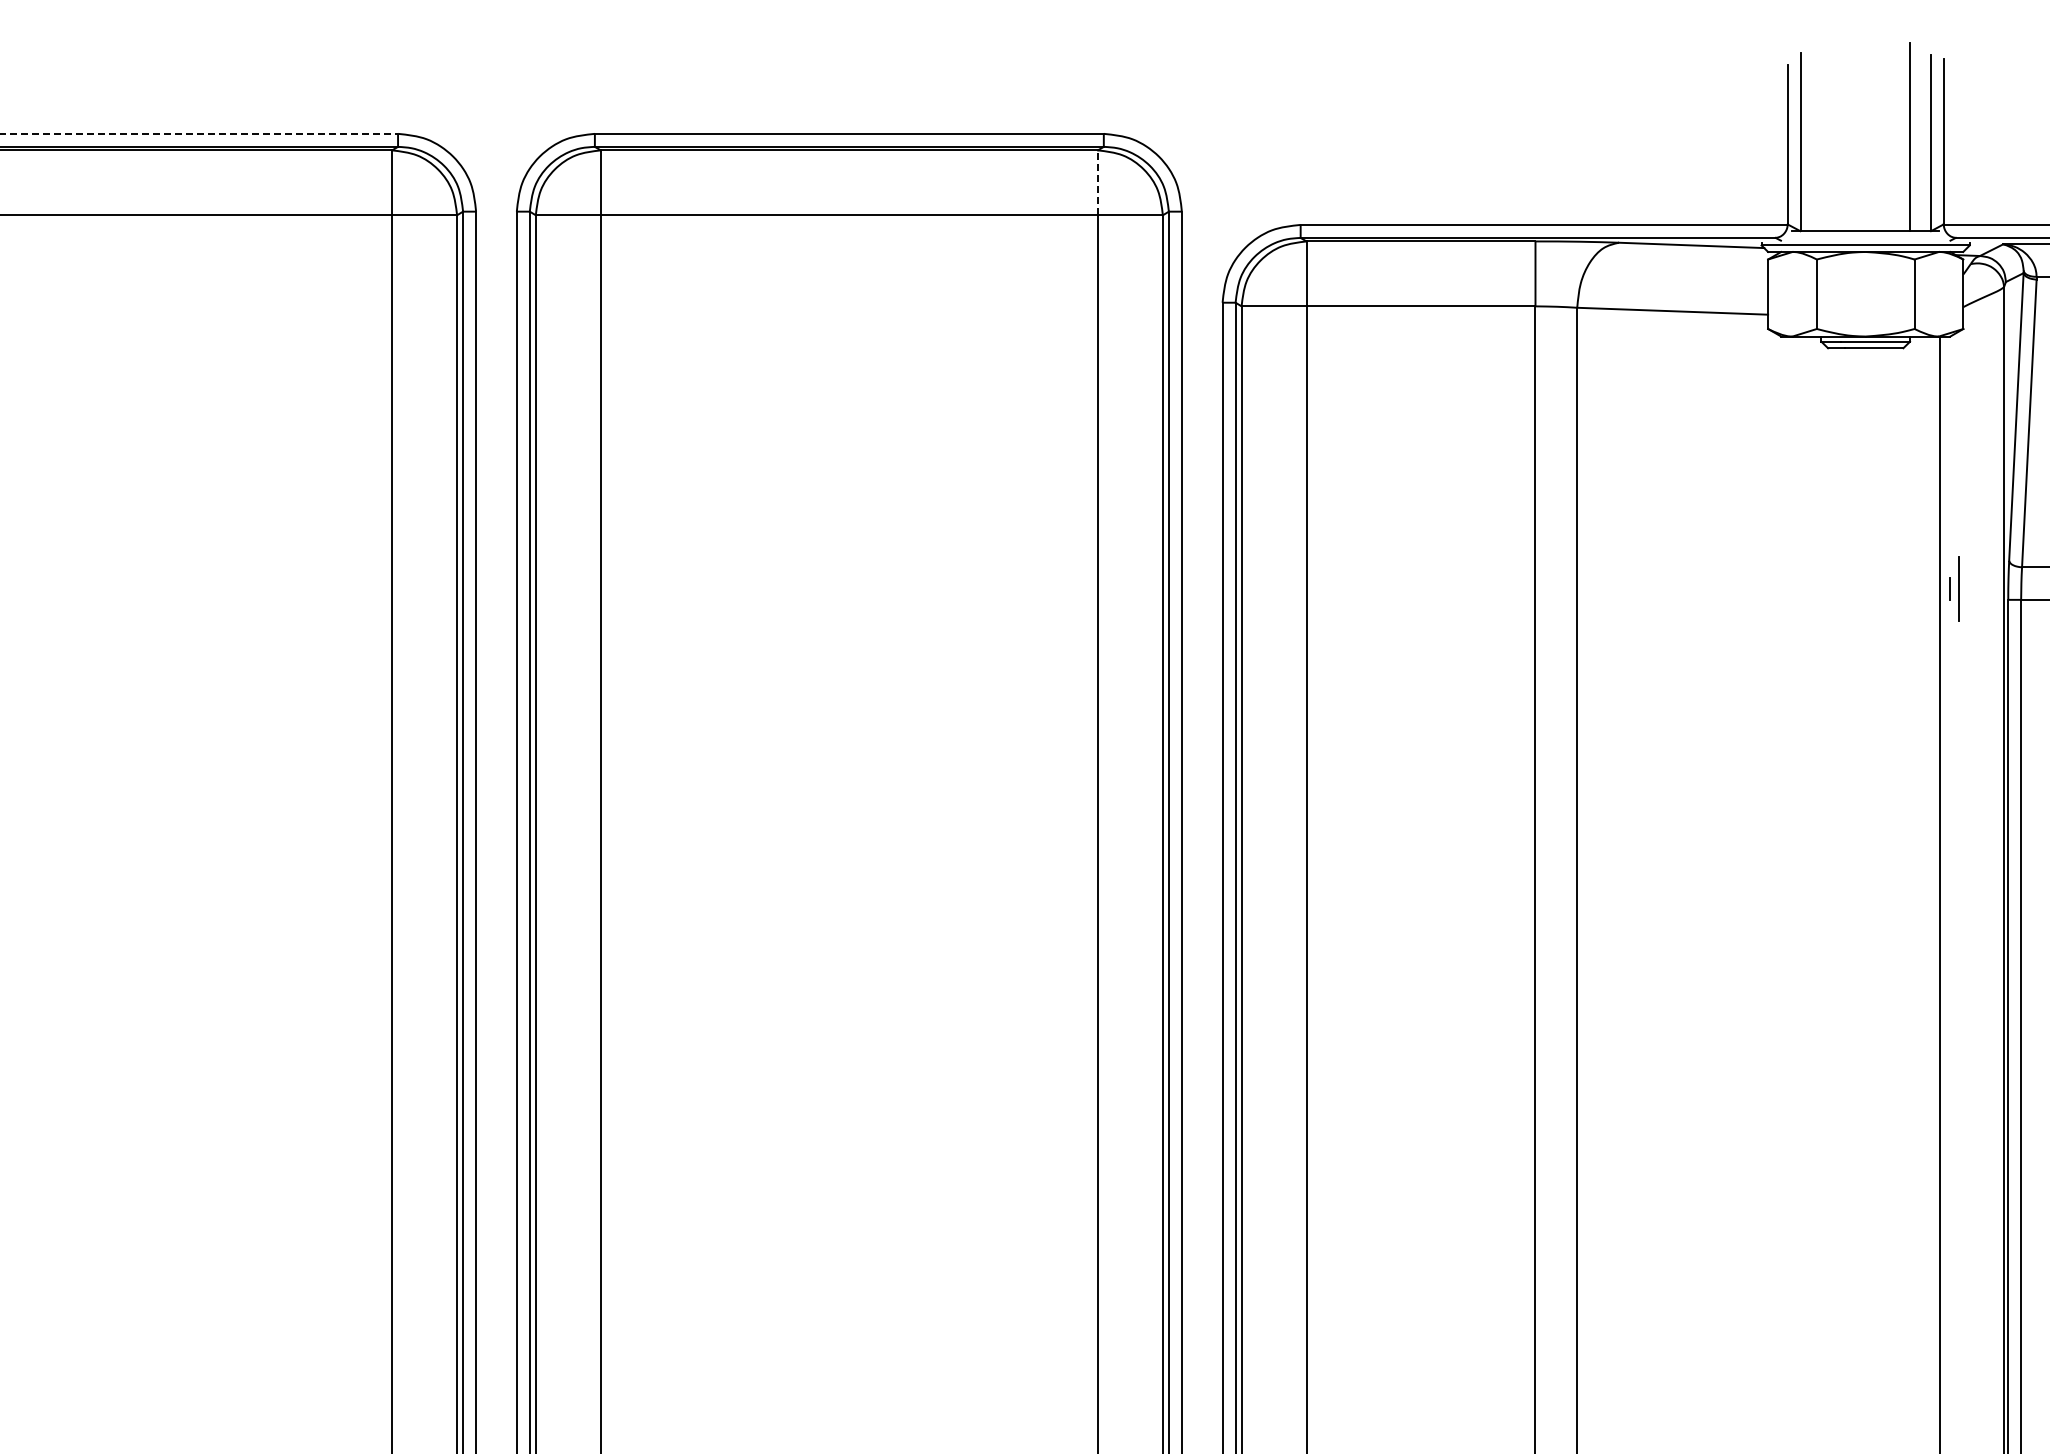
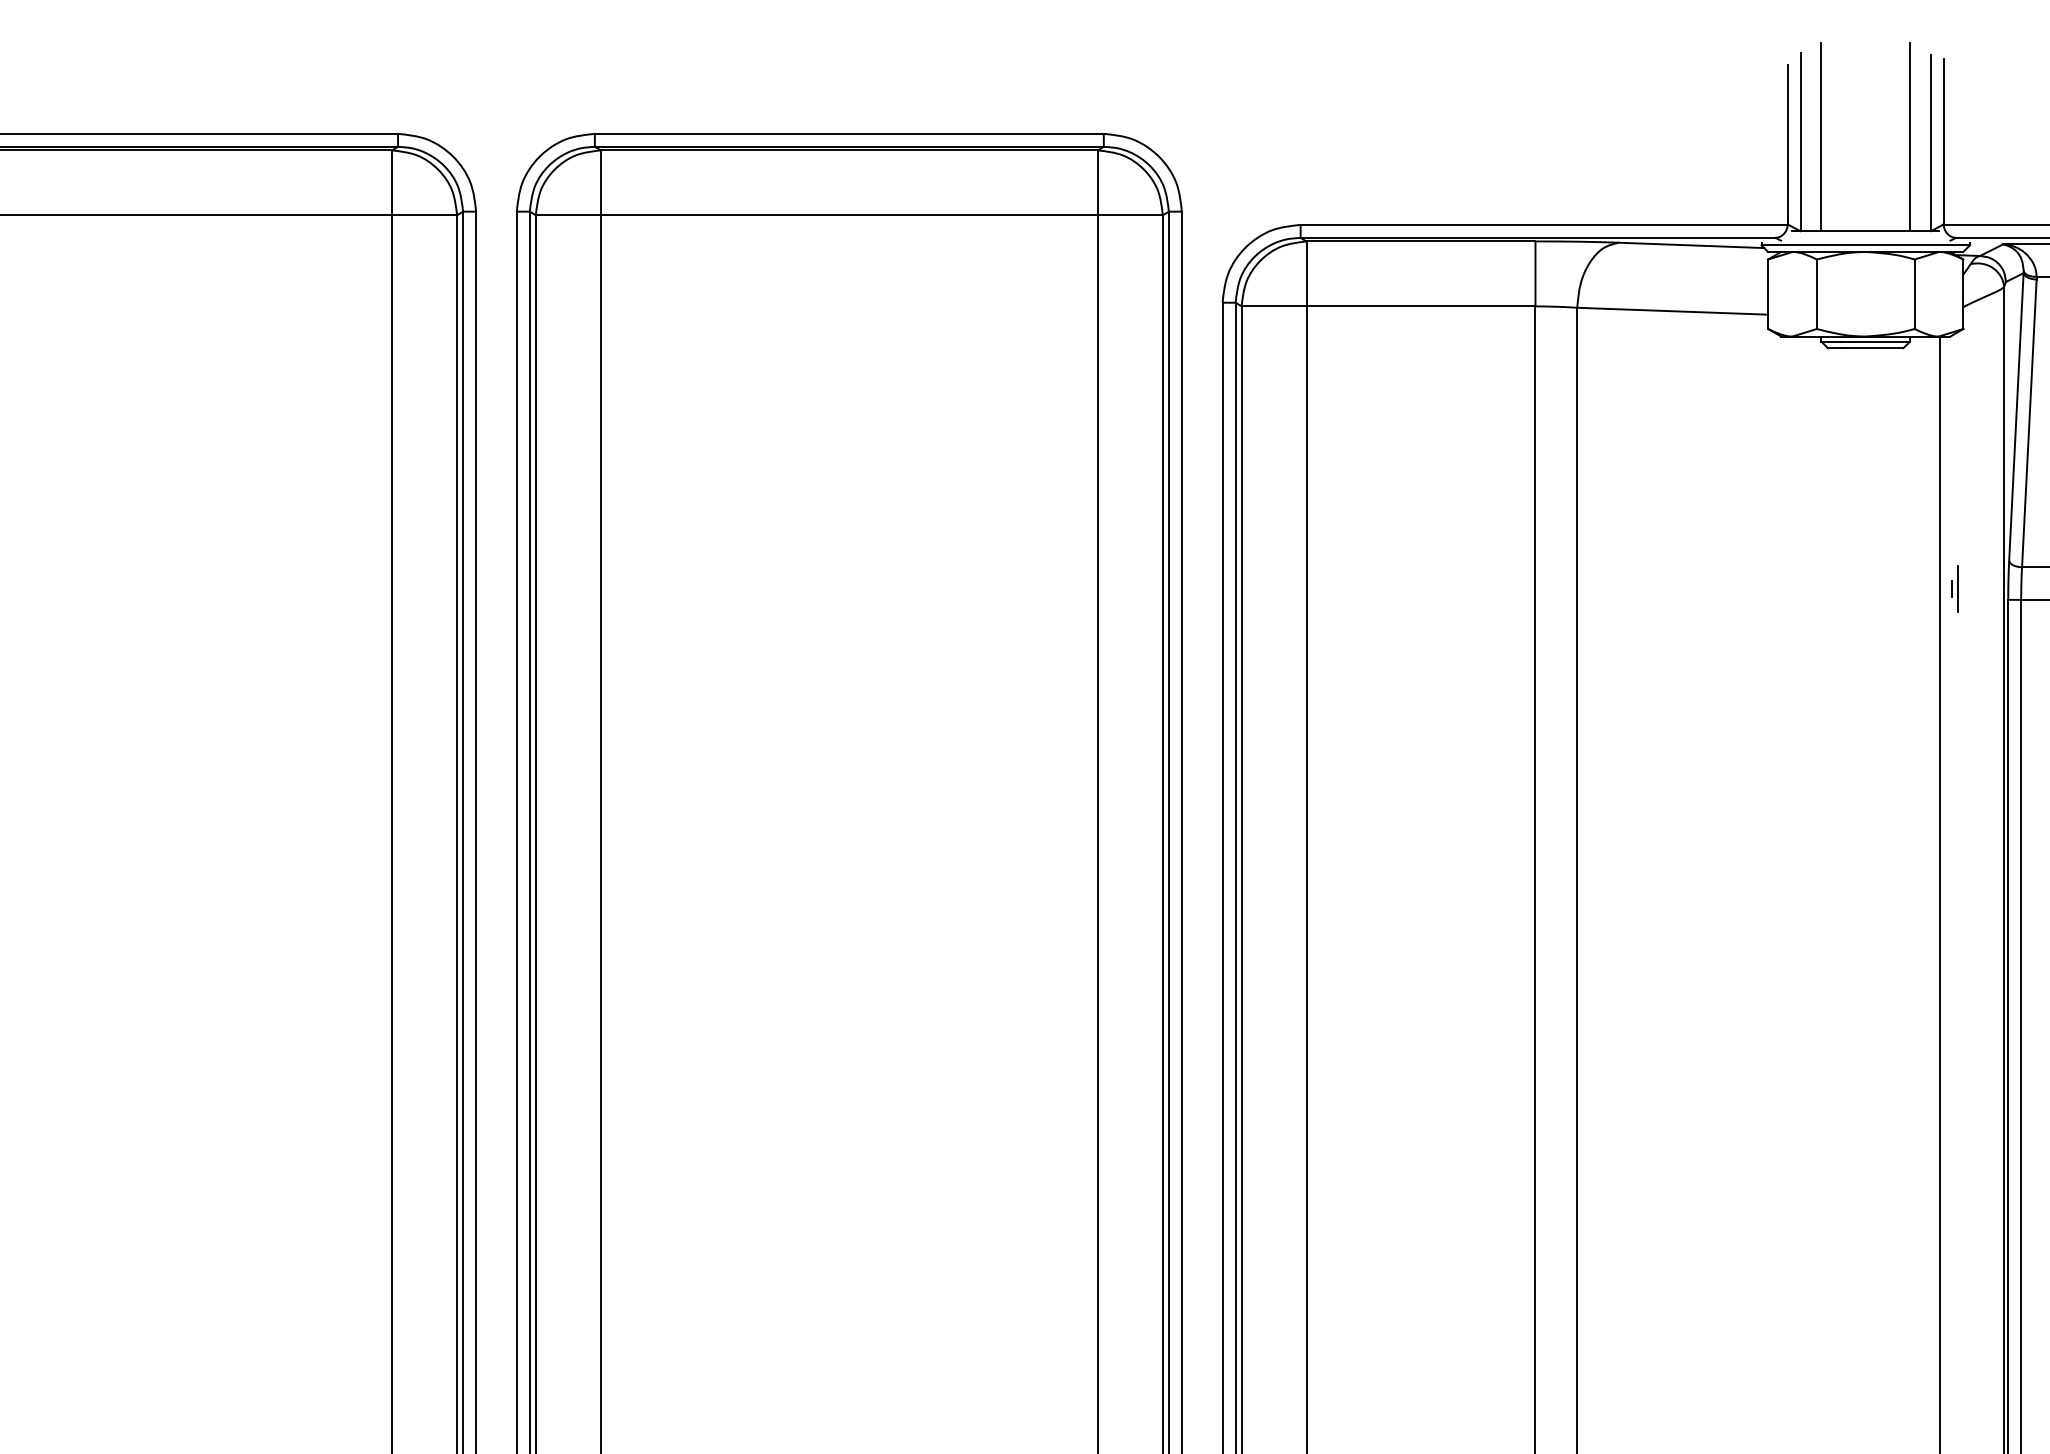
line at (199, 133): dashed -> solid
line at (1821, 136): none -> present
line at (1097, 182): dashed -> solid
part at (1954, 588) size: 11x66 px -> 8x48 px
